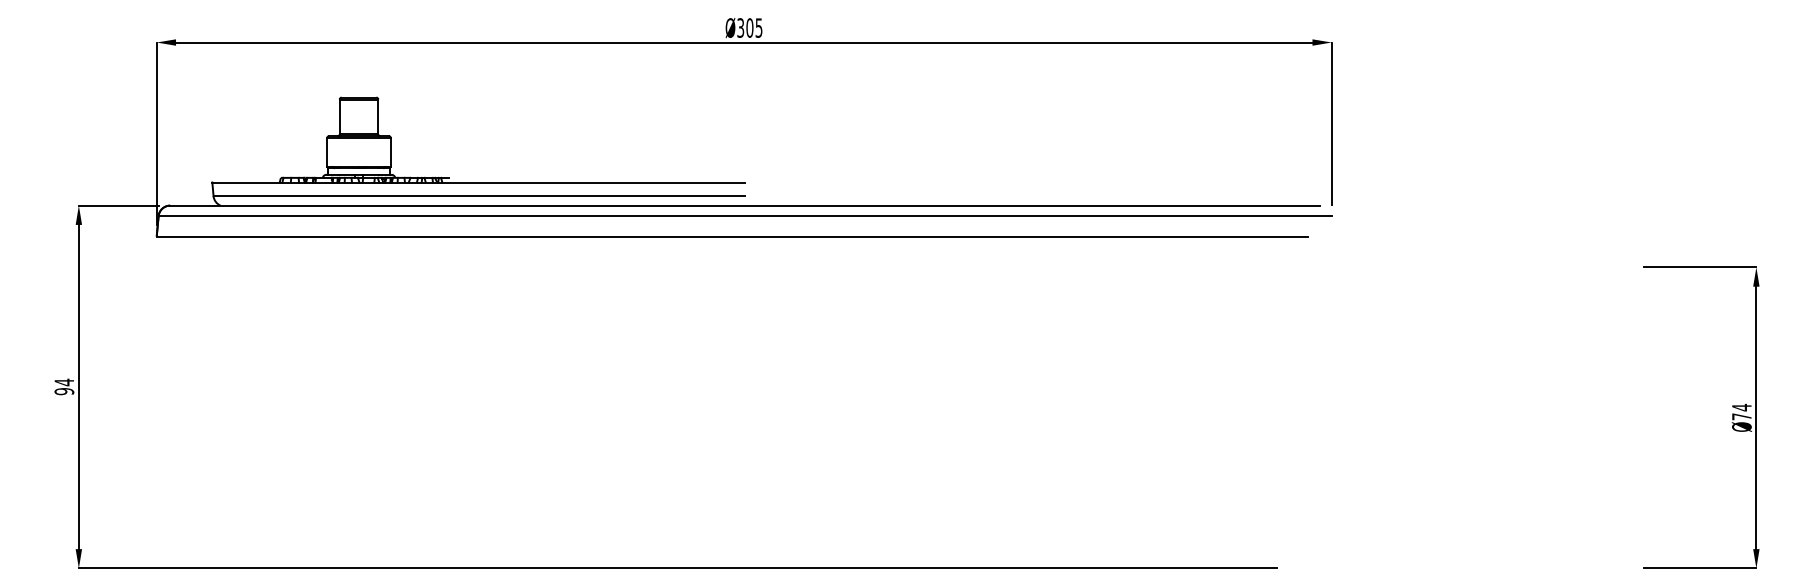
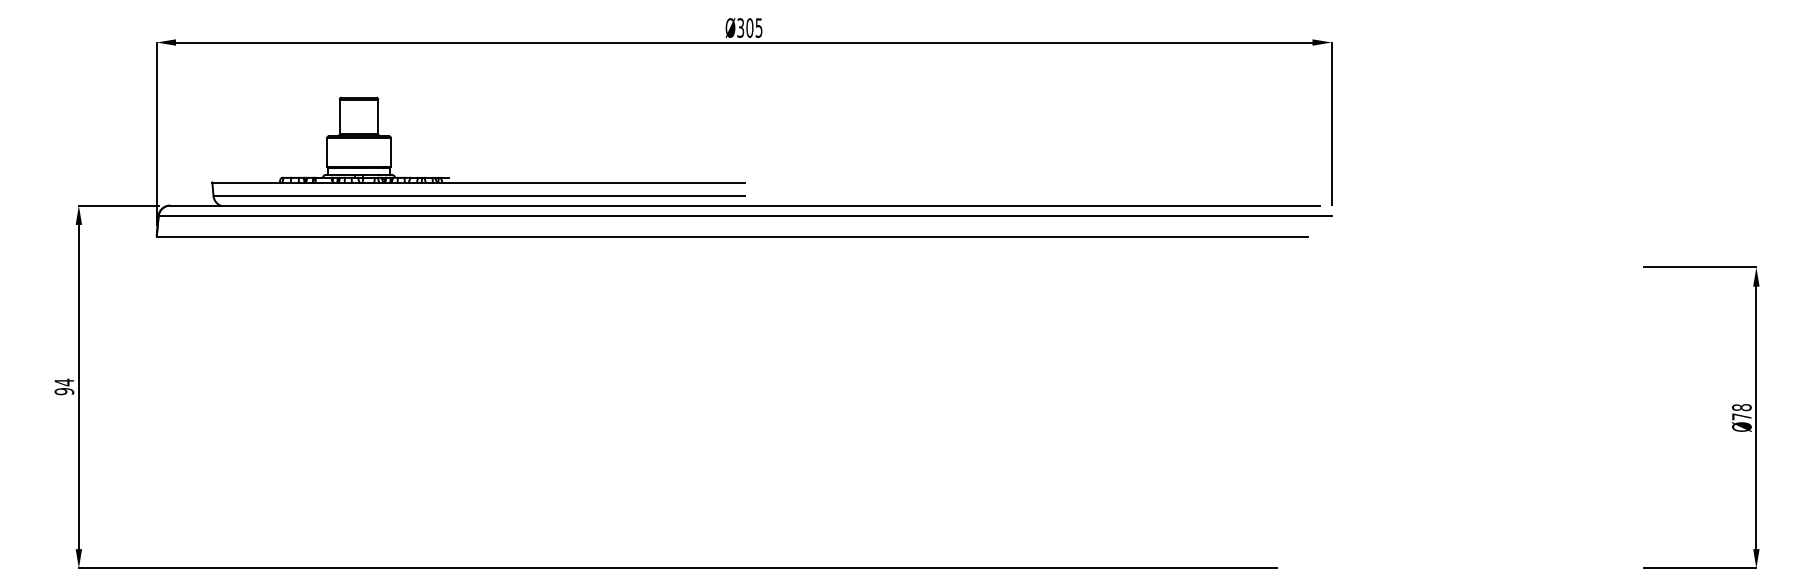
text at (1741, 407): Ø74 -> Ø78
